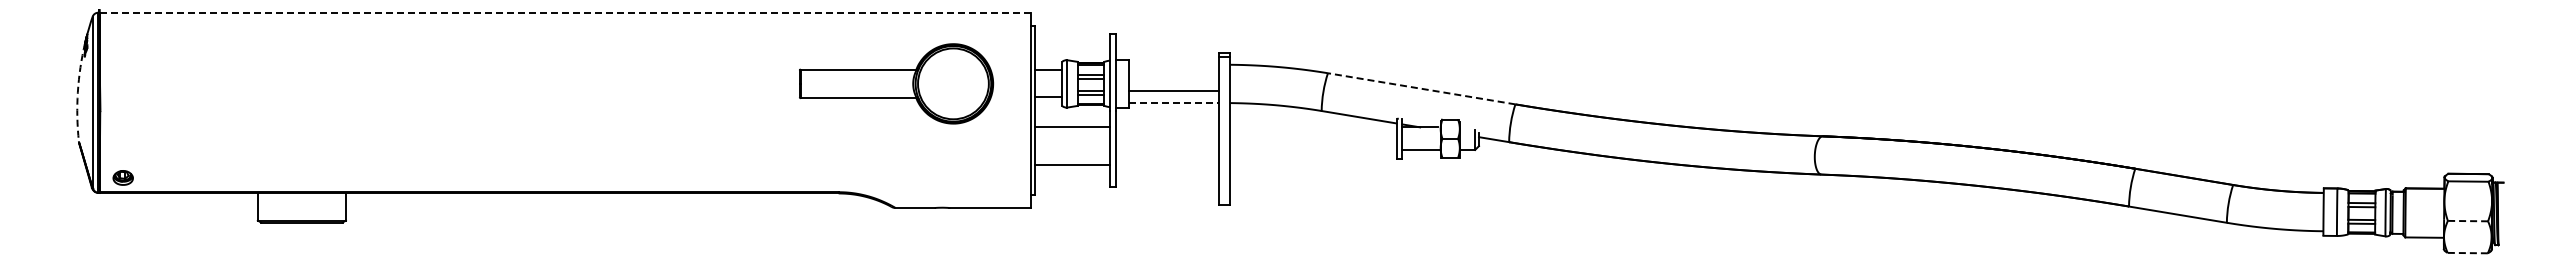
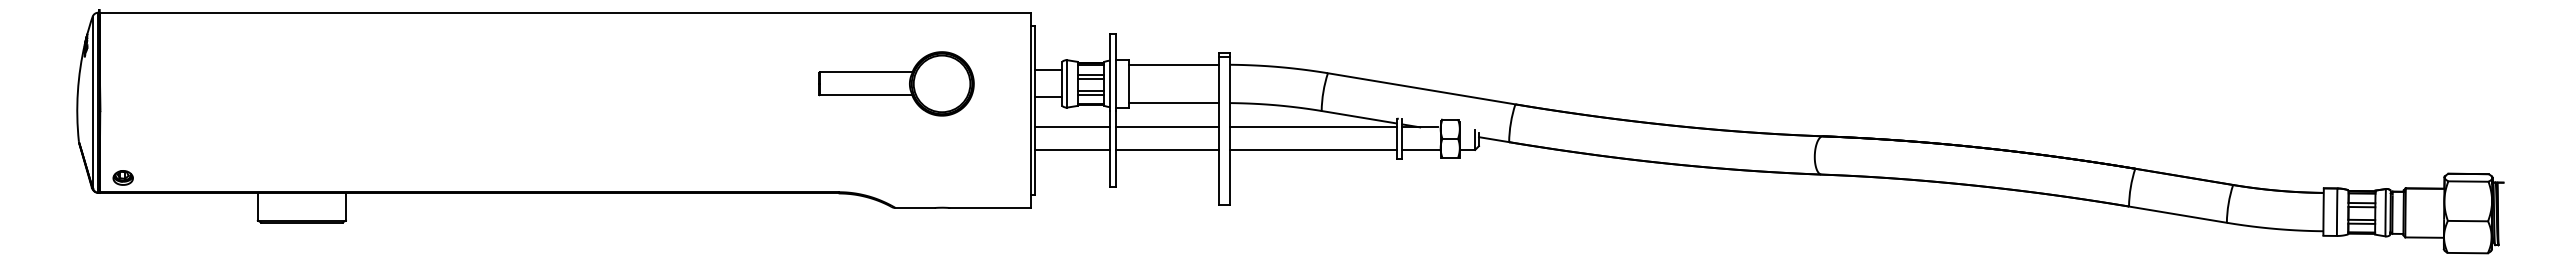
line at (565, 13): dashed -> solid
part at (896, 83) size: 196x82 px -> 157x66 px
line at (1421, 88): dashed -> solid
line at (1173, 90) position: (1173, 90) -> (1173, 64)
arc at (77, 92): dashed -> solid
line at (1174, 103): dashed -> solid
line at (1166, 127): none -> present
line at (1313, 127): none -> present
line at (1166, 149): none -> present
line at (1313, 149): none -> present
line at (1072, 164) position: (1072, 164) -> (1072, 149)
line at (2467, 221): dashed -> solid
line at (2467, 253): dashed -> solid
